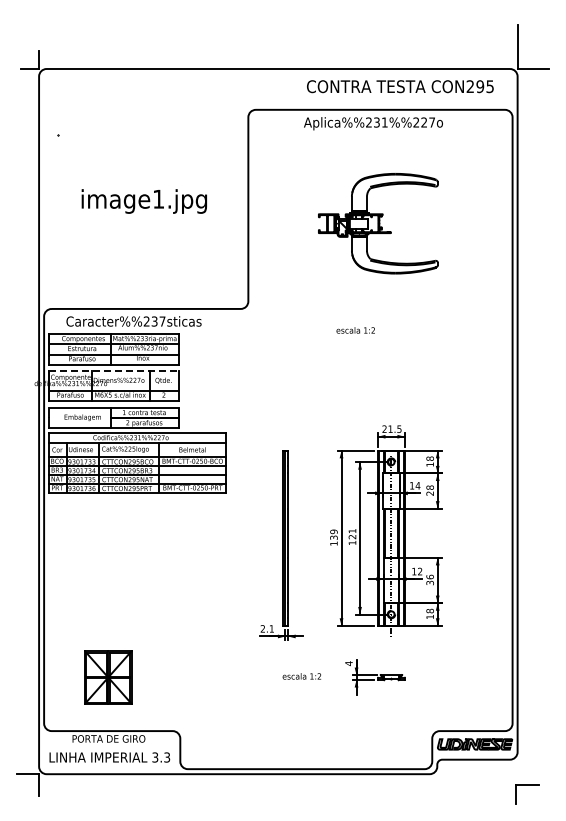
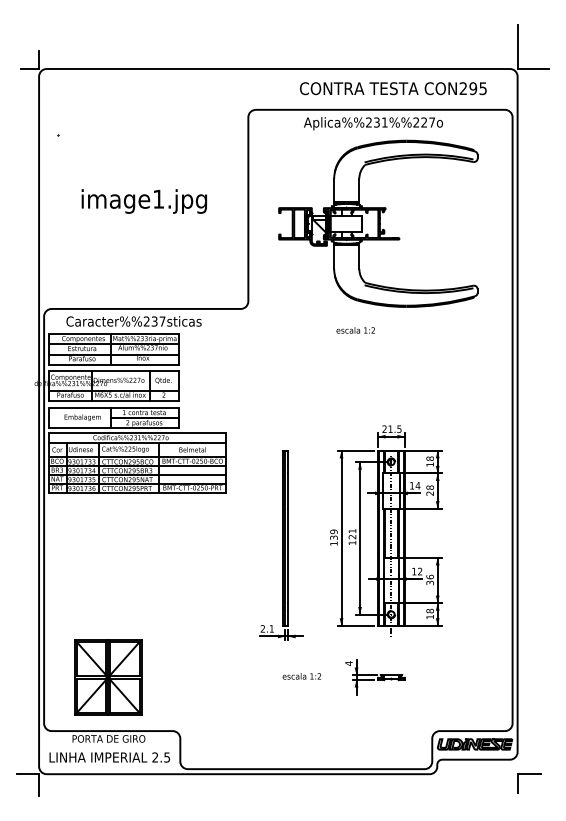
text at (400, 86) position: (400, 86) -> (393, 88)
part at (378, 223) size: 121x102 px -> 201x169 px
line at (114, 370): dashed -> solid
part at (108, 677) size: 49x55 px -> 69x77 px
text at (160, 757): 3.3 -> 2.5
part at (527, 785) position: (527, 785) -> (529, 774)
